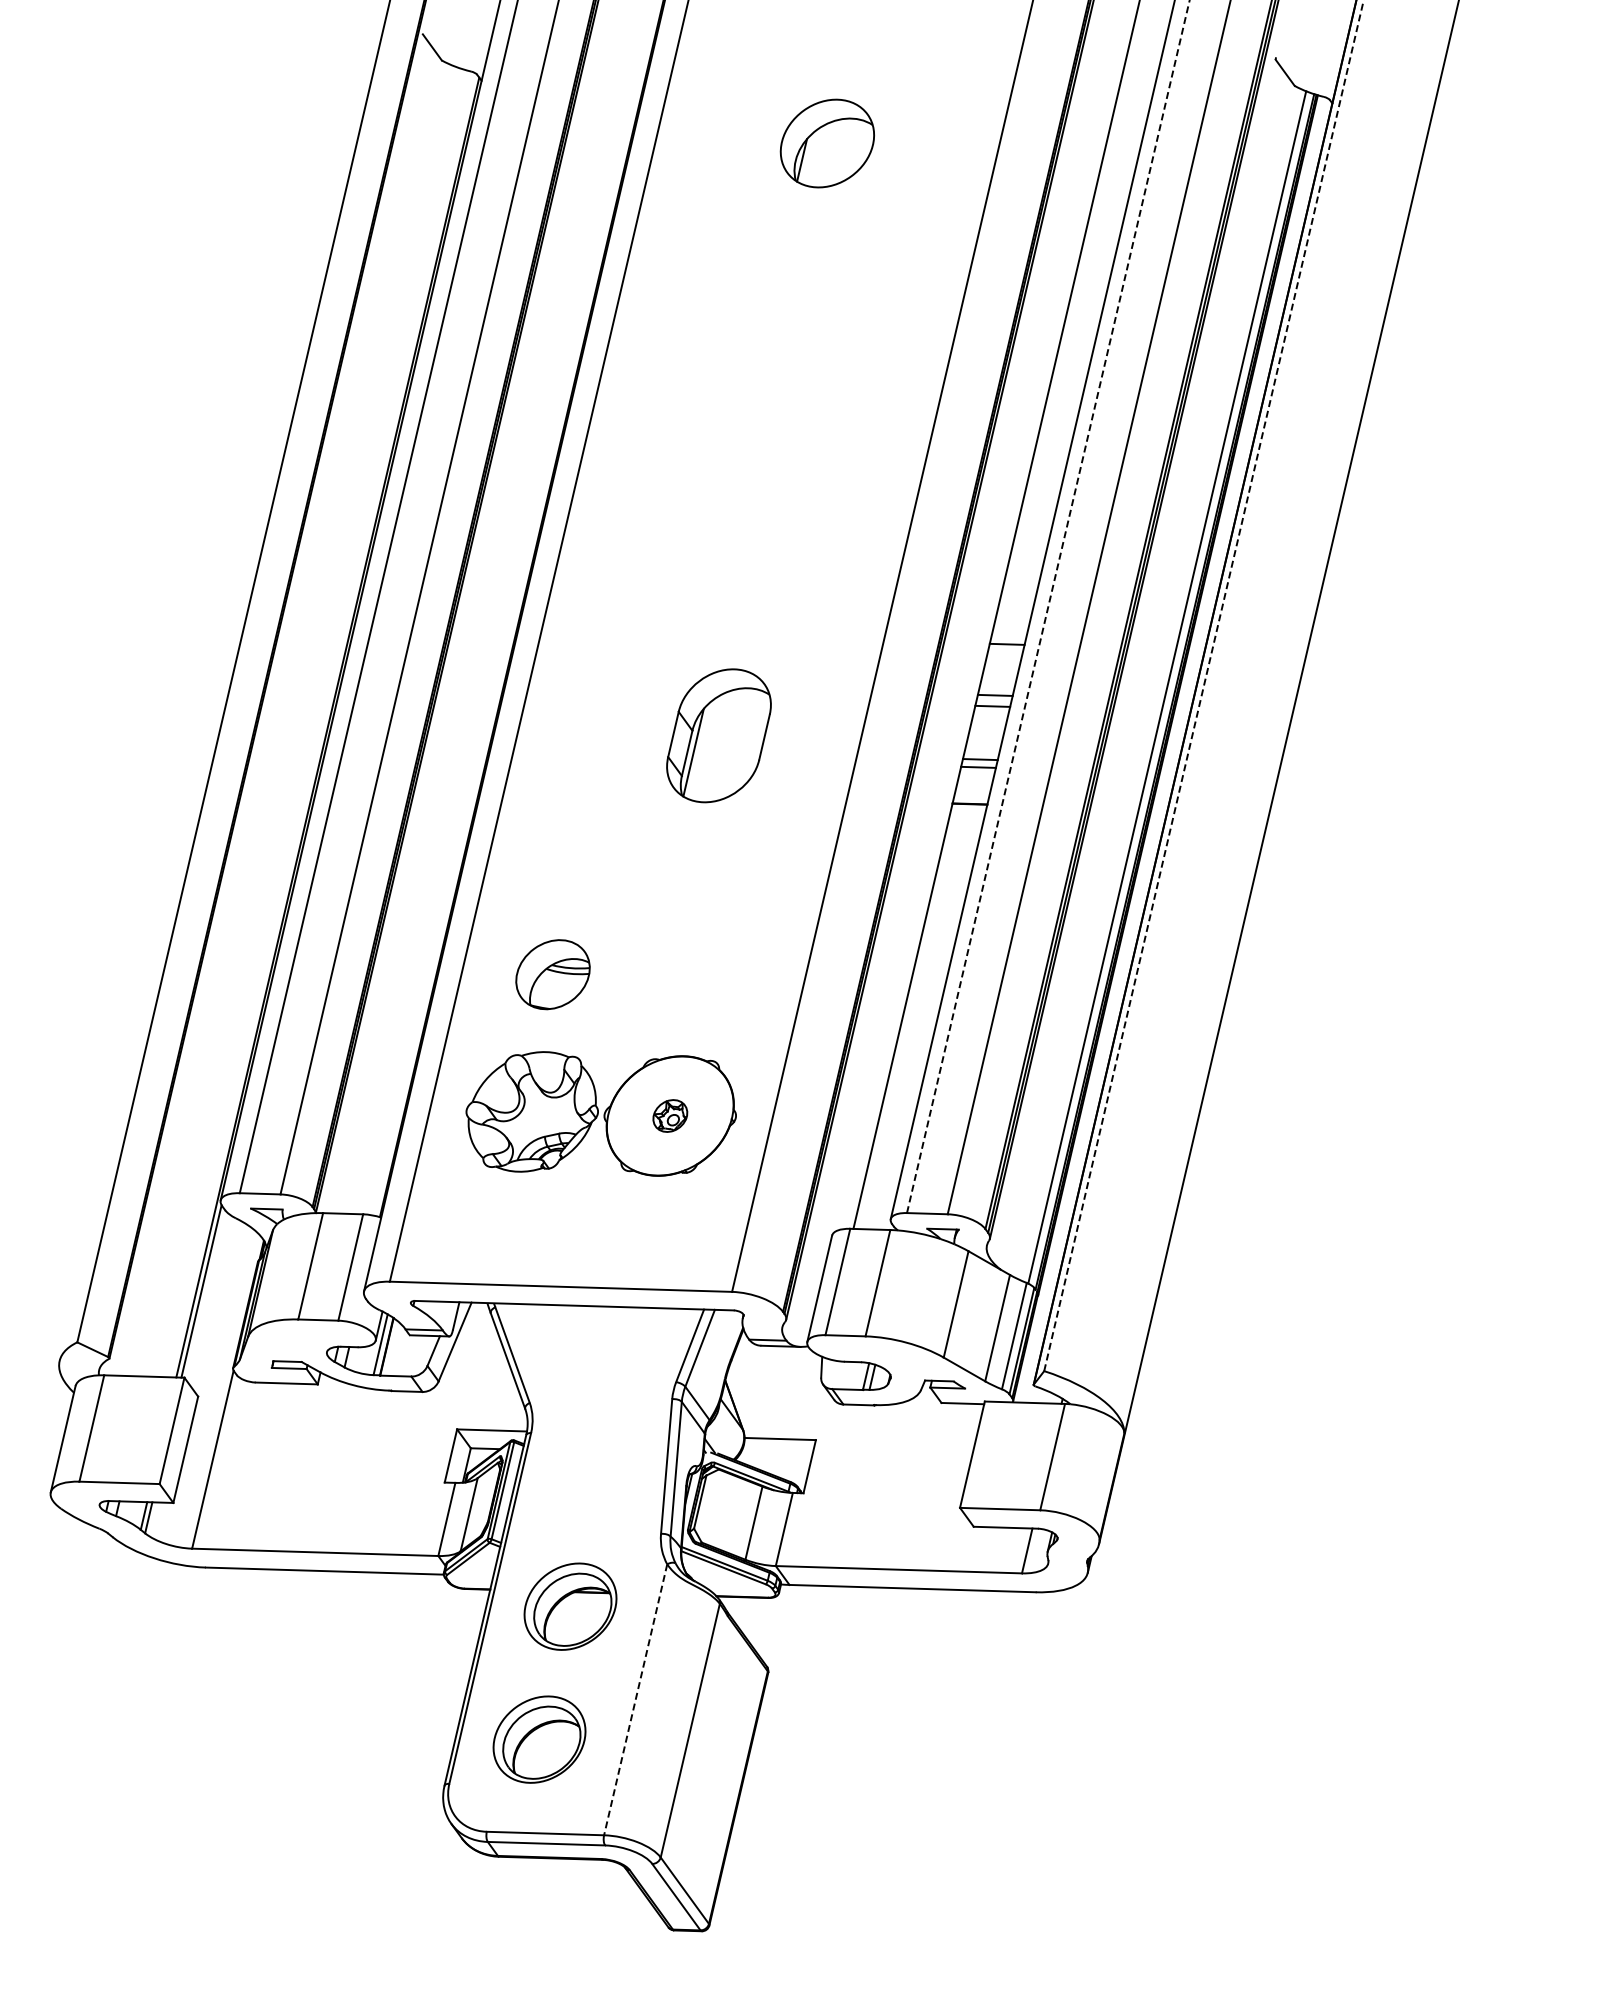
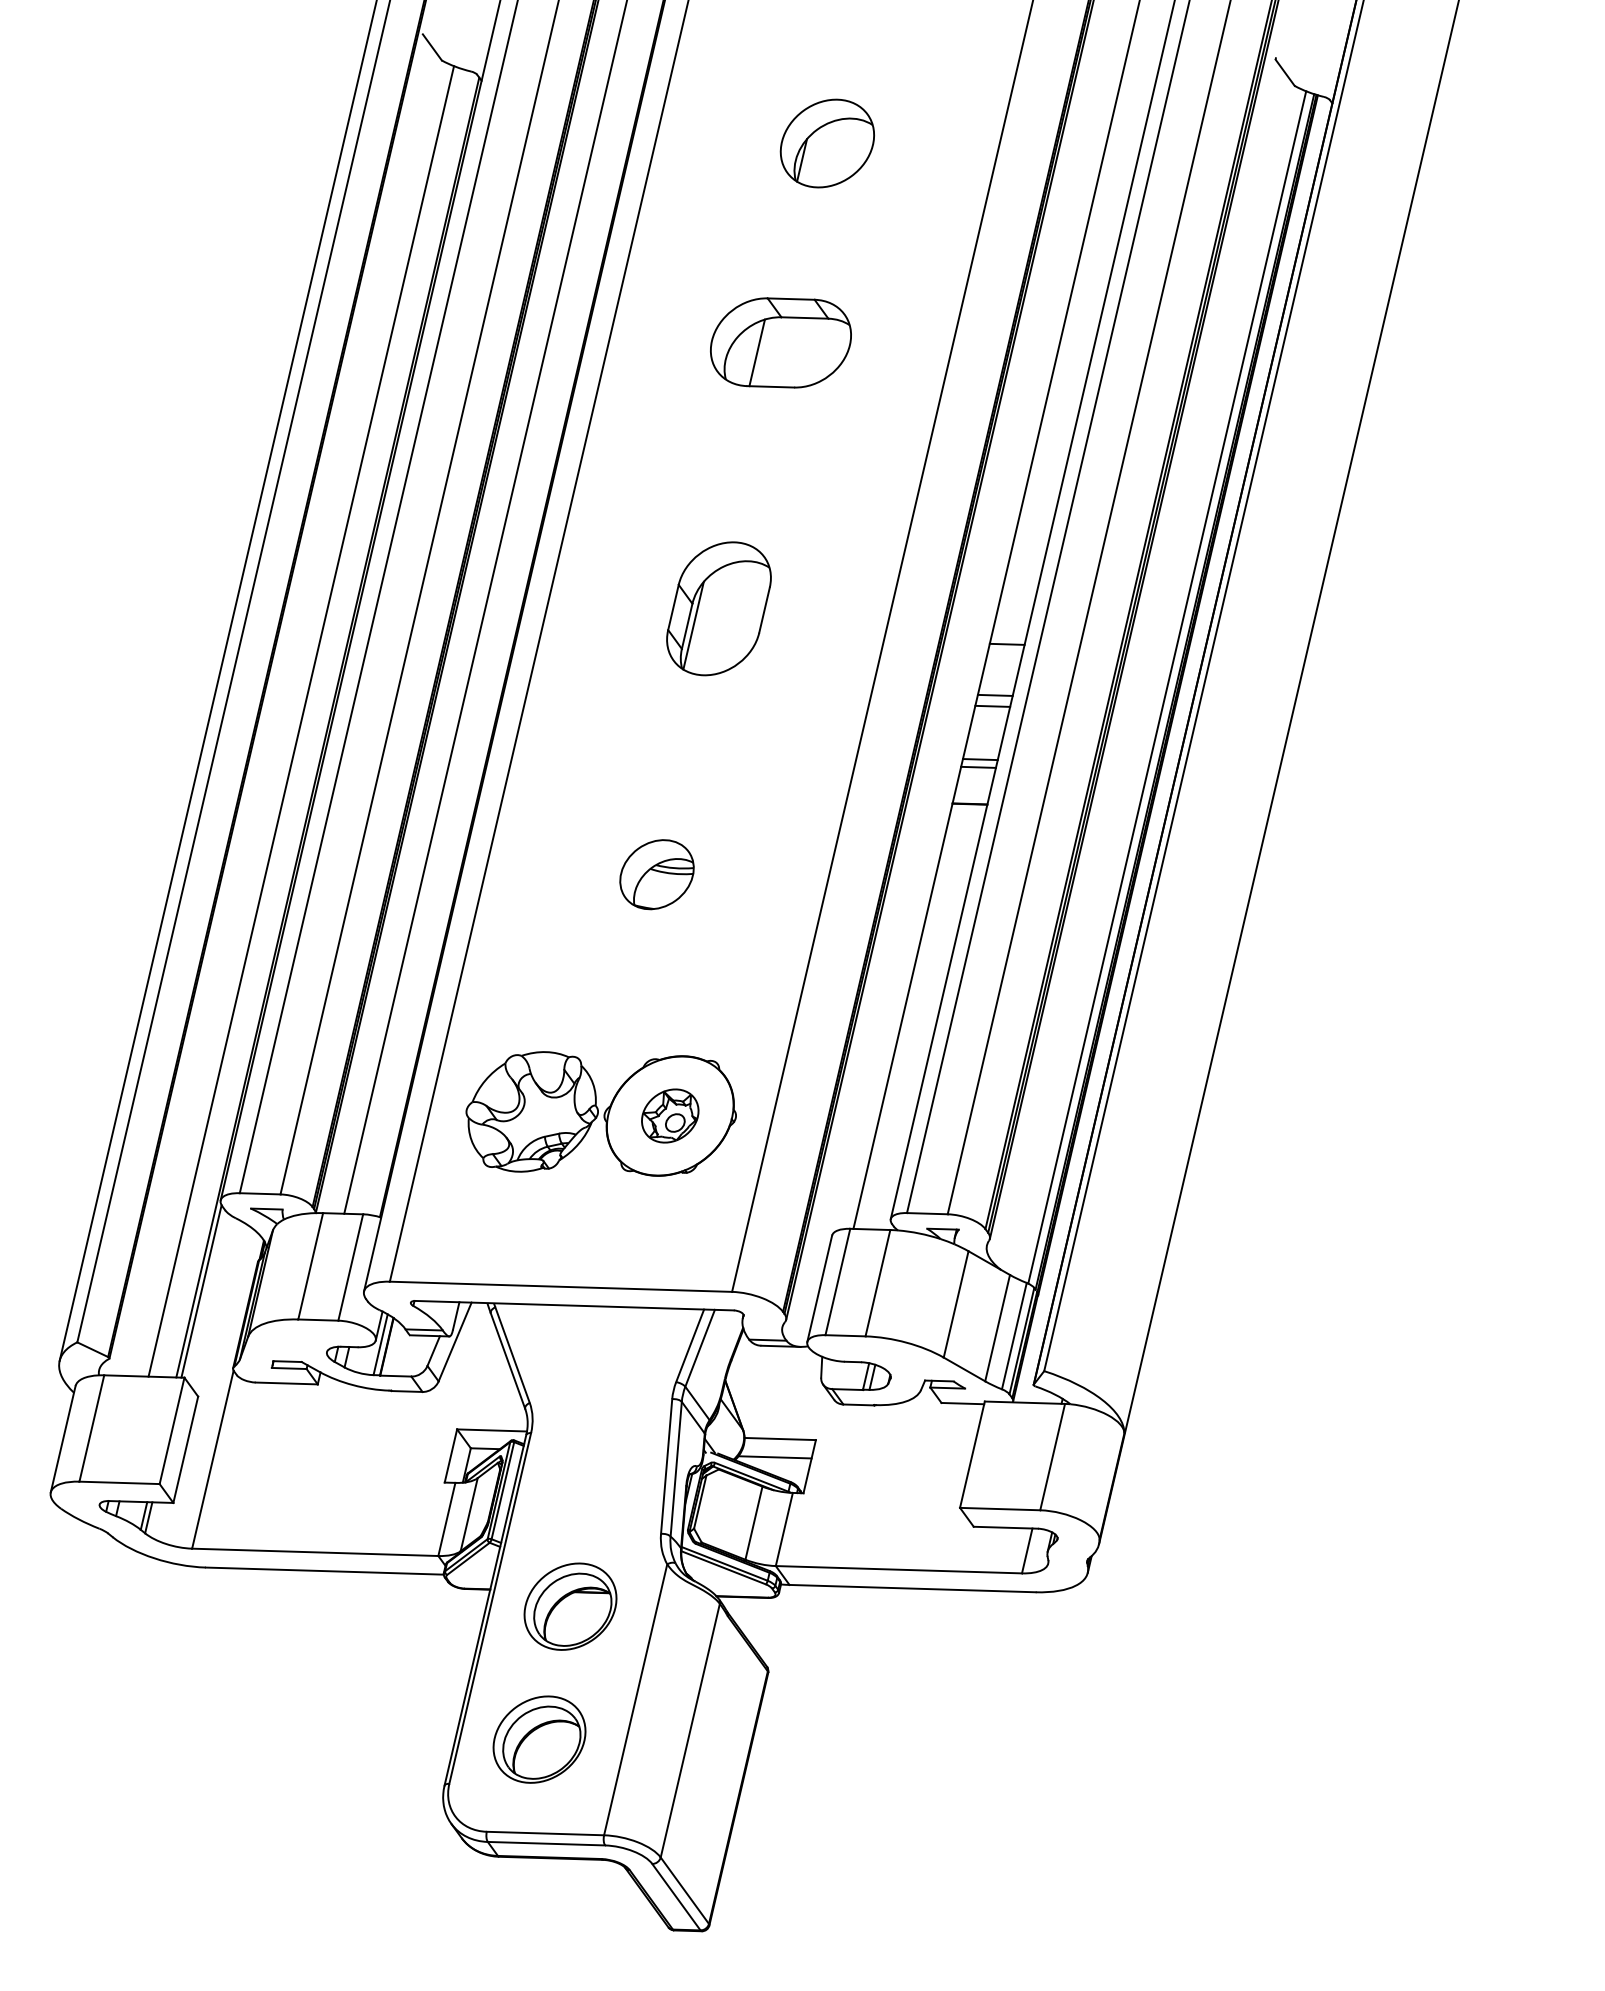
part at (780, 342): none -> present
line at (1048, 606): dashed -> solid
line at (485, 607): none -> present
line at (217, 681): none -> present
line at (1204, 685): dashed -> solid
line at (301, 721): none -> present
part at (718, 735) position: (718, 735) -> (718, 608)
part at (552, 974) position: (552, 974) -> (656, 874)
part at (670, 1115) size: 37x34 px -> 59x56 px
line at (774, 1457): none -> present
line at (635, 1700): dashed -> solid
